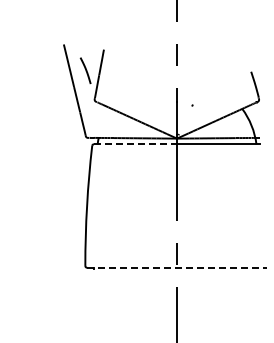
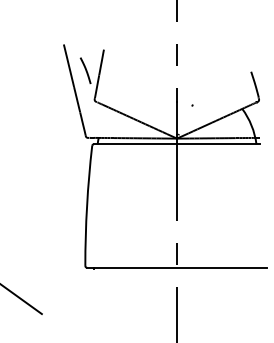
line at (135, 144): dashed -> solid
line at (177, 267): dashed -> solid
line at (21, 299): none -> present
